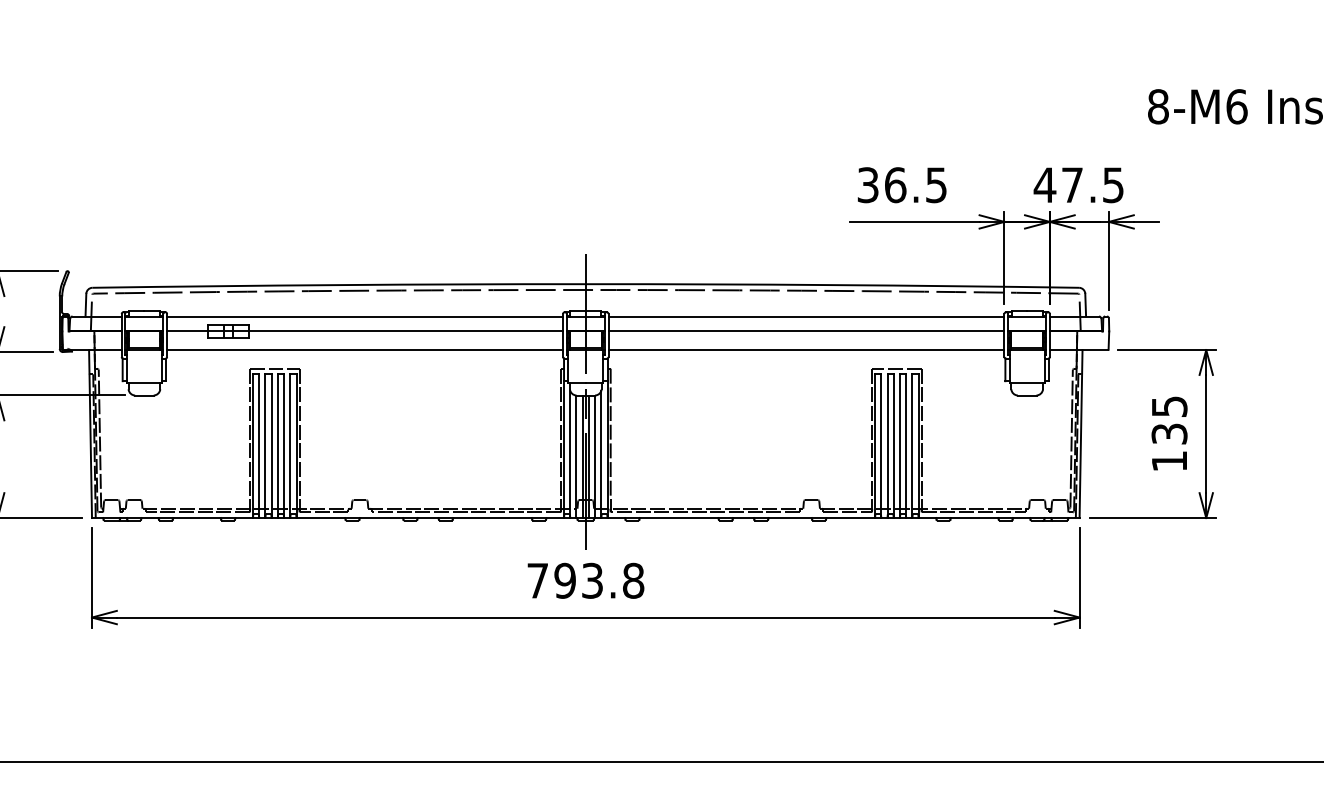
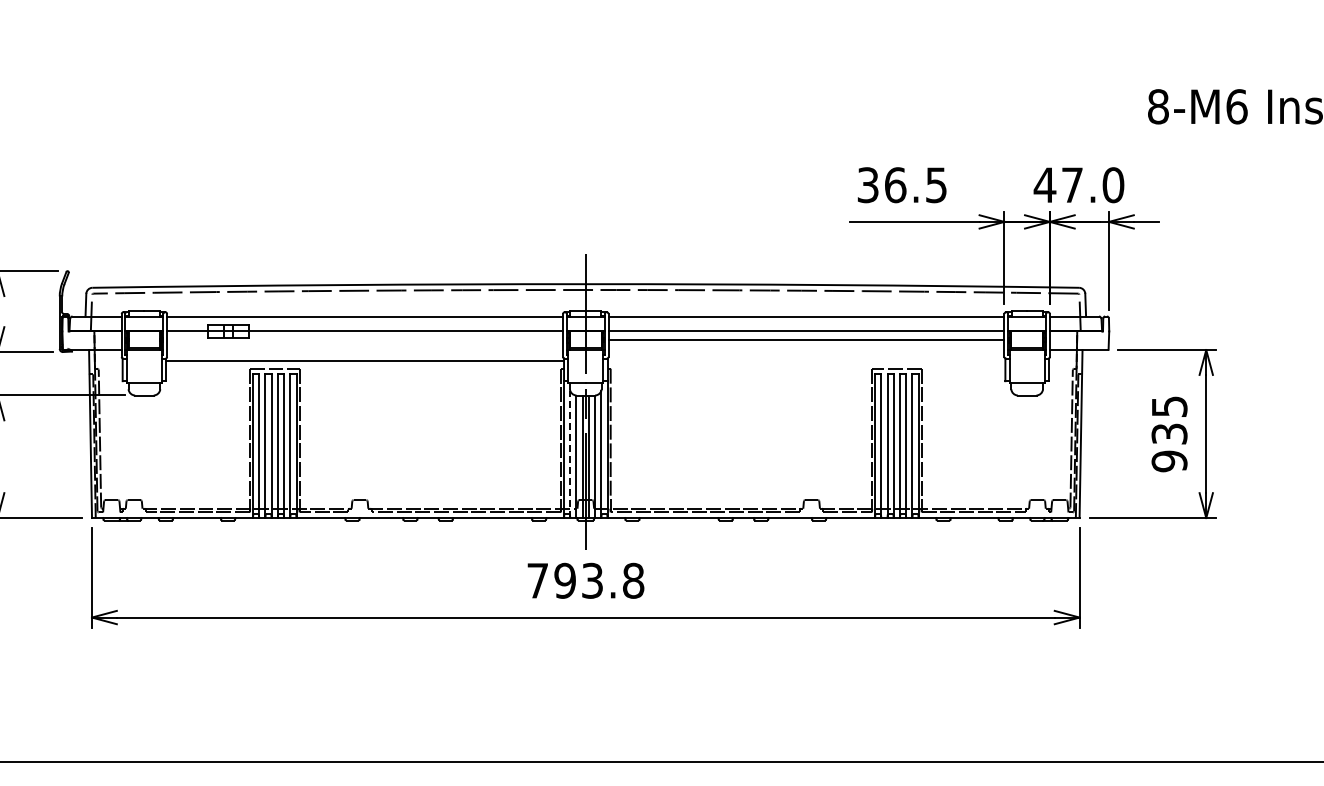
text at (1113, 185): 47.5 -> 47.0
line at (365, 350) position: (365, 350) -> (365, 361)
line at (806, 350) position: (806, 350) -> (806, 340)
line at (570, 454): solid -> dashed
text at (1169, 461): 135 -> 935
